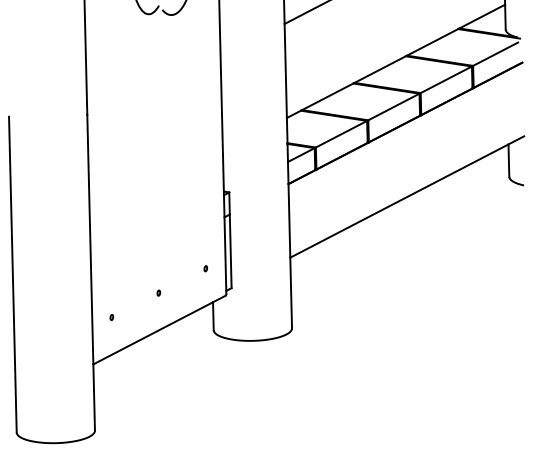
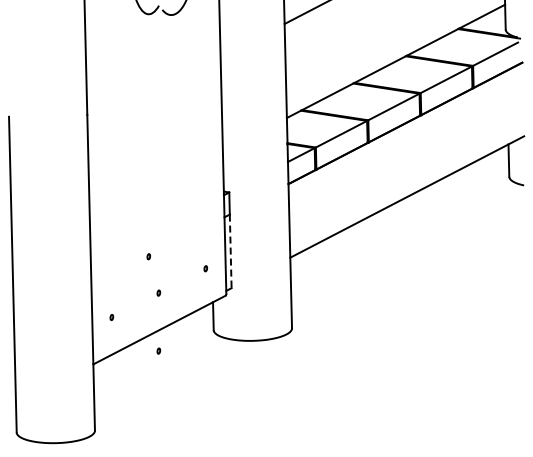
line at (230, 251): solid -> dashed
part at (148, 256): none -> present
part at (158, 350): none -> present
